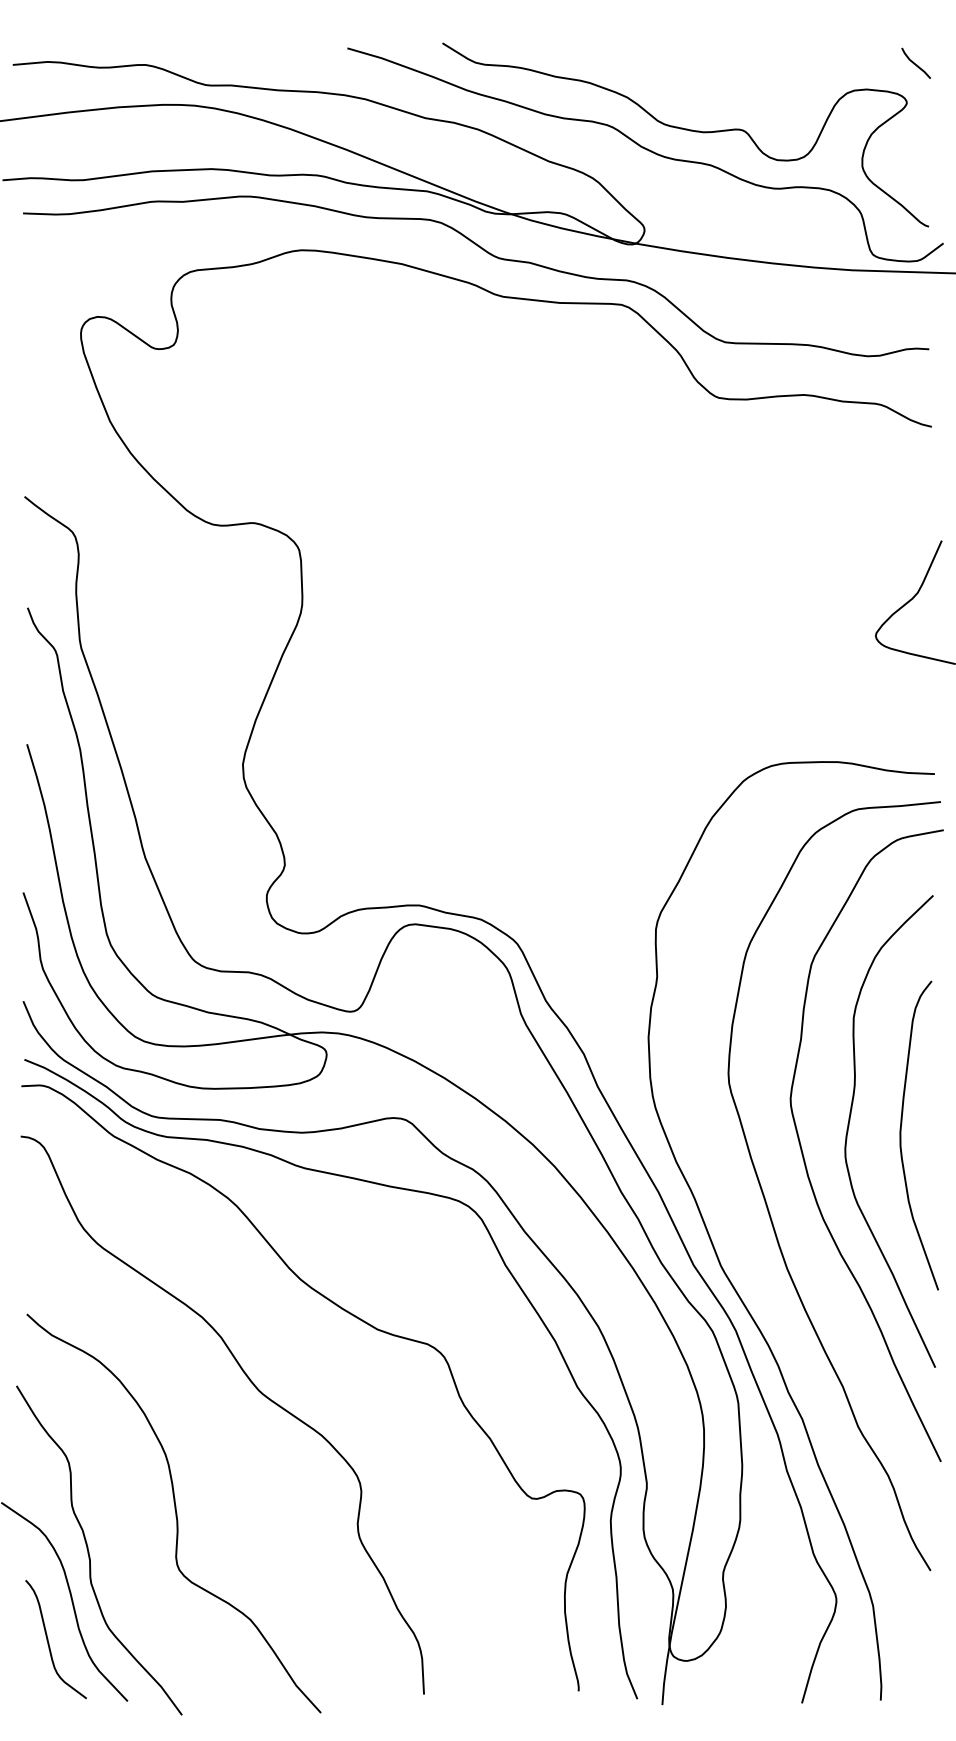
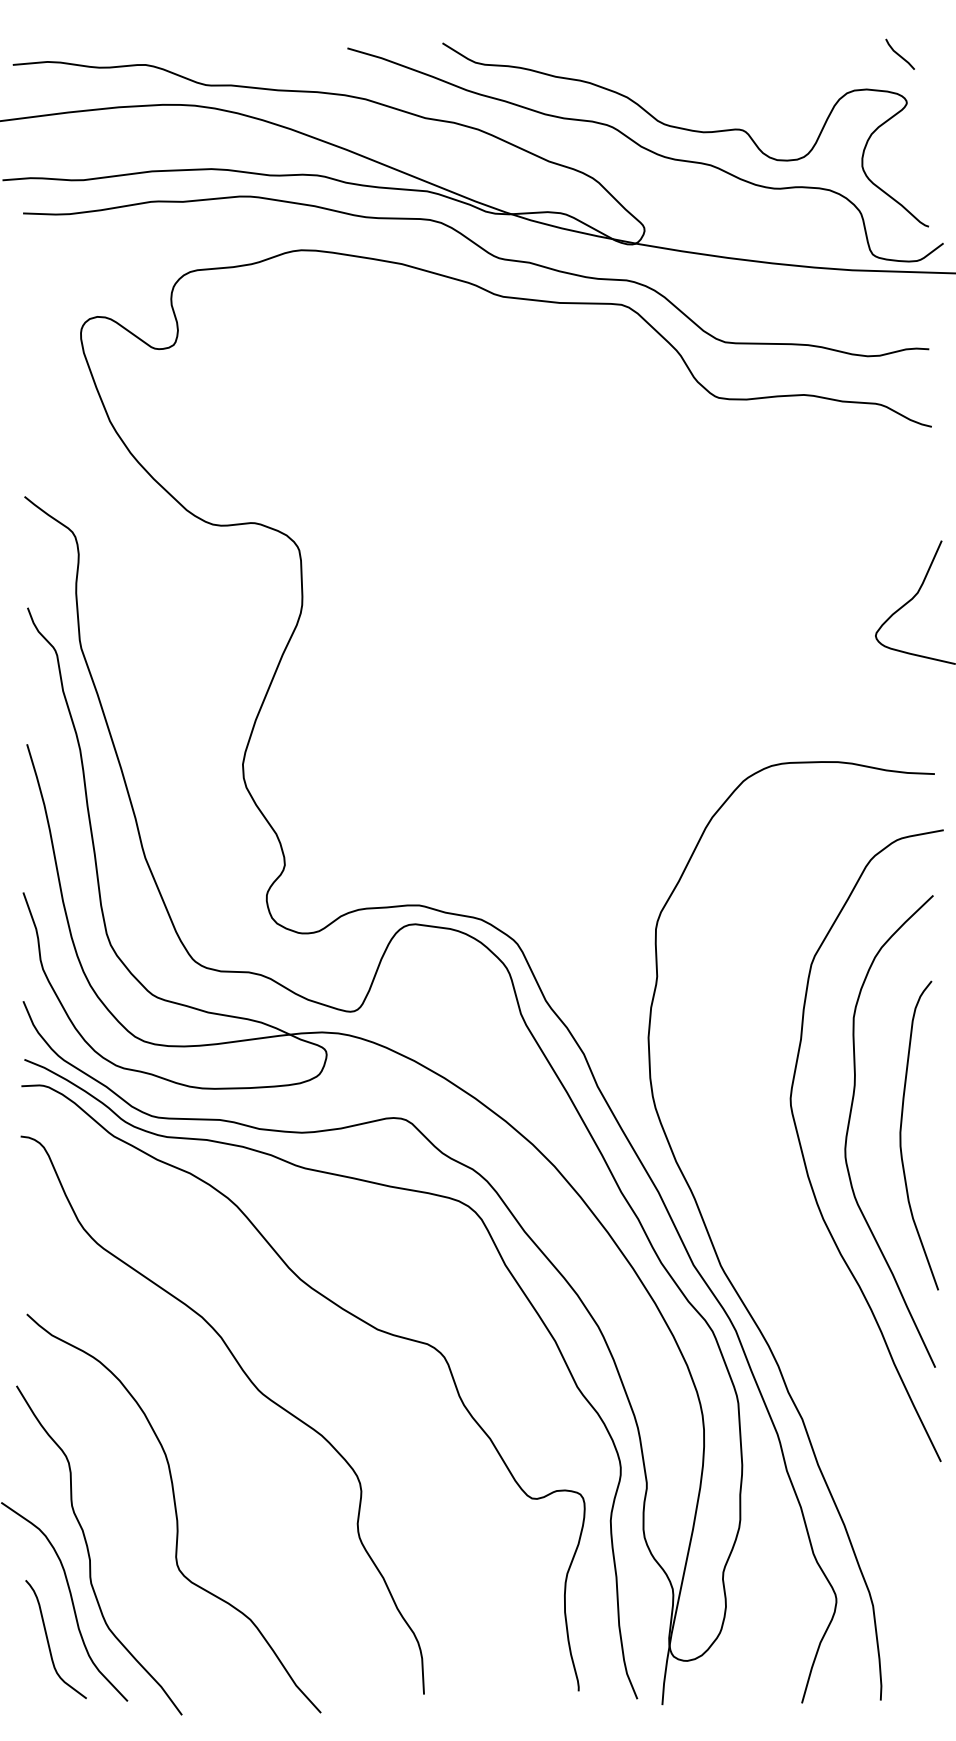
line at (914, 62) position: (914, 62) -> (898, 53)
curve at (767, 1203): present -> none
